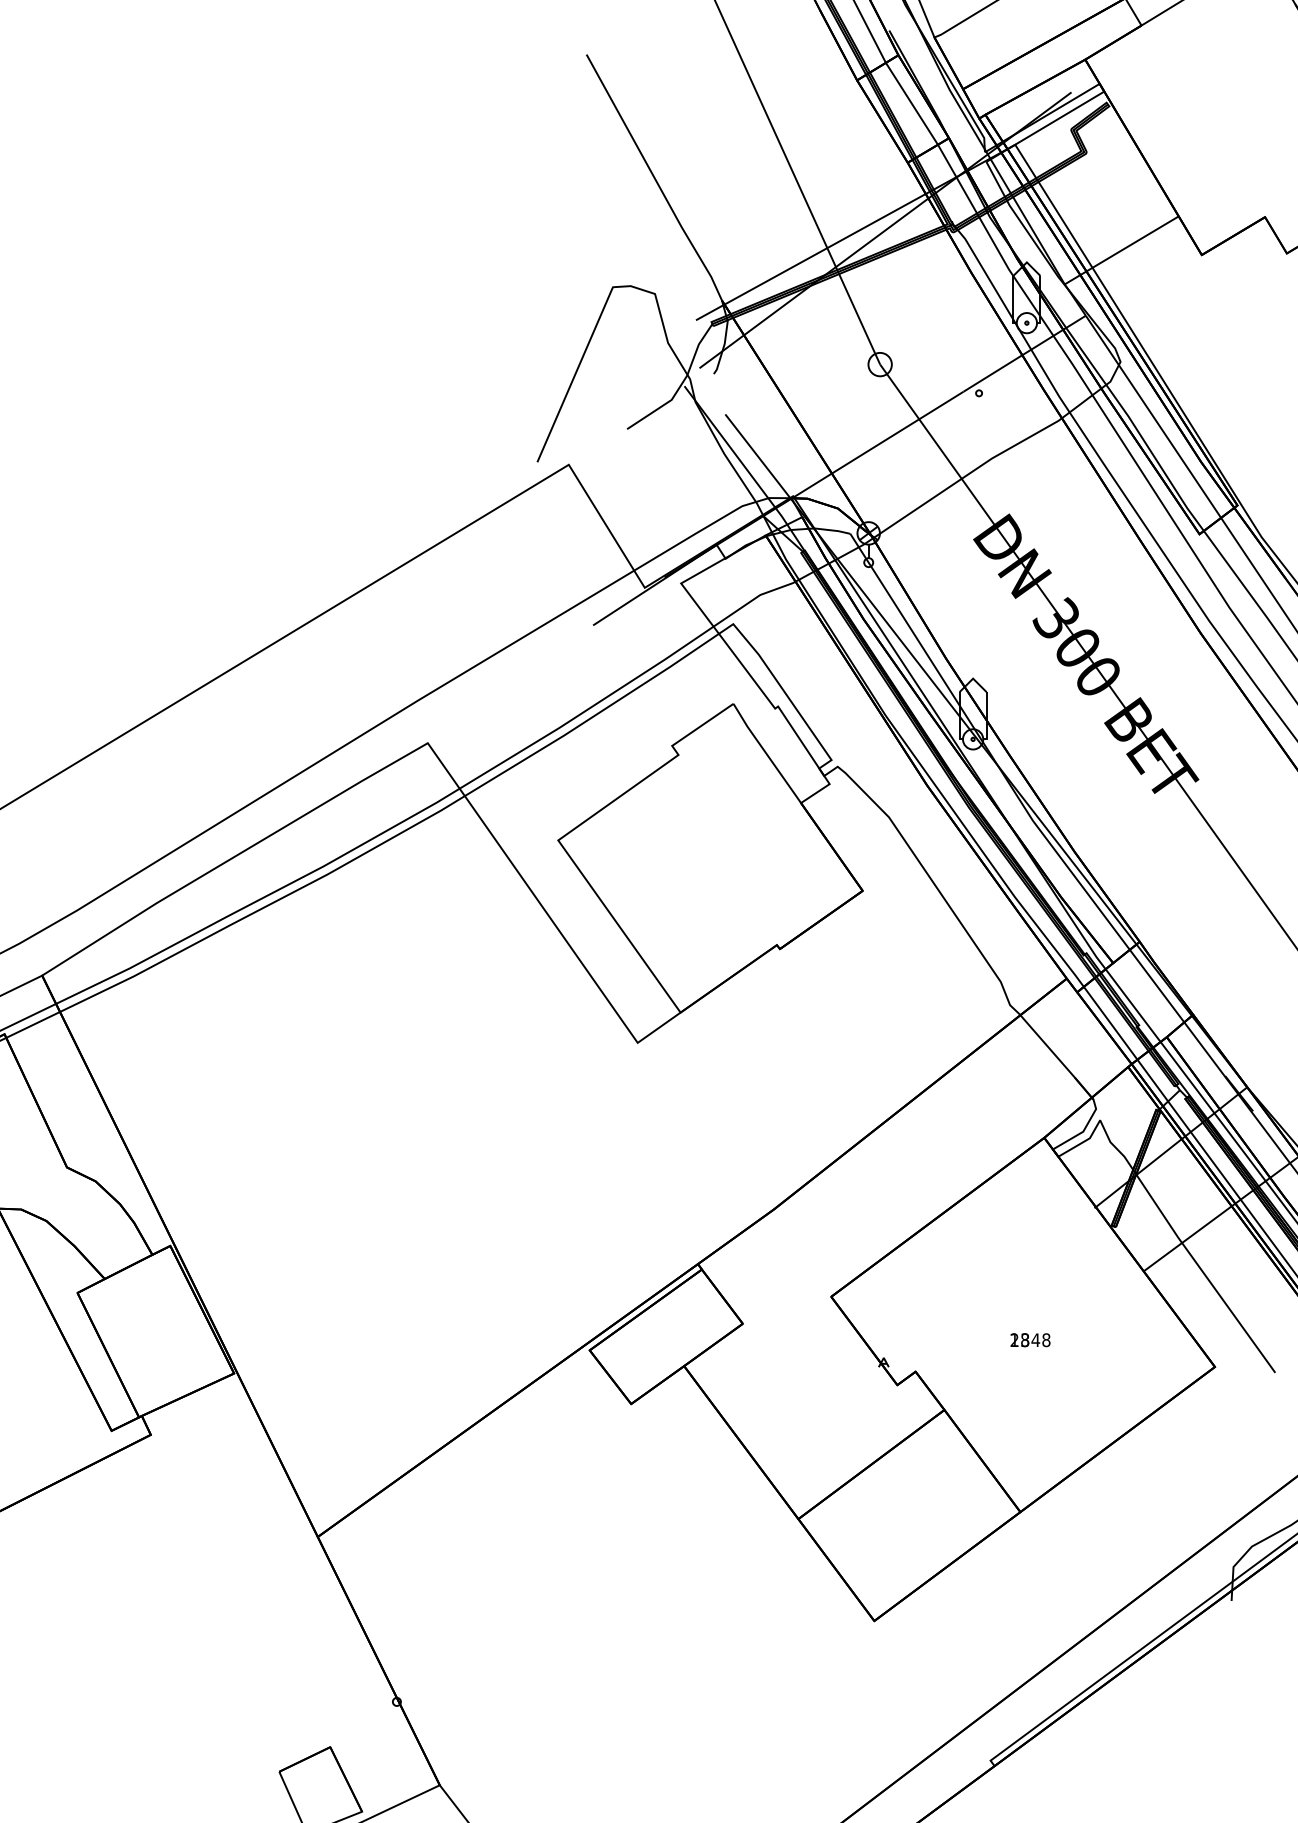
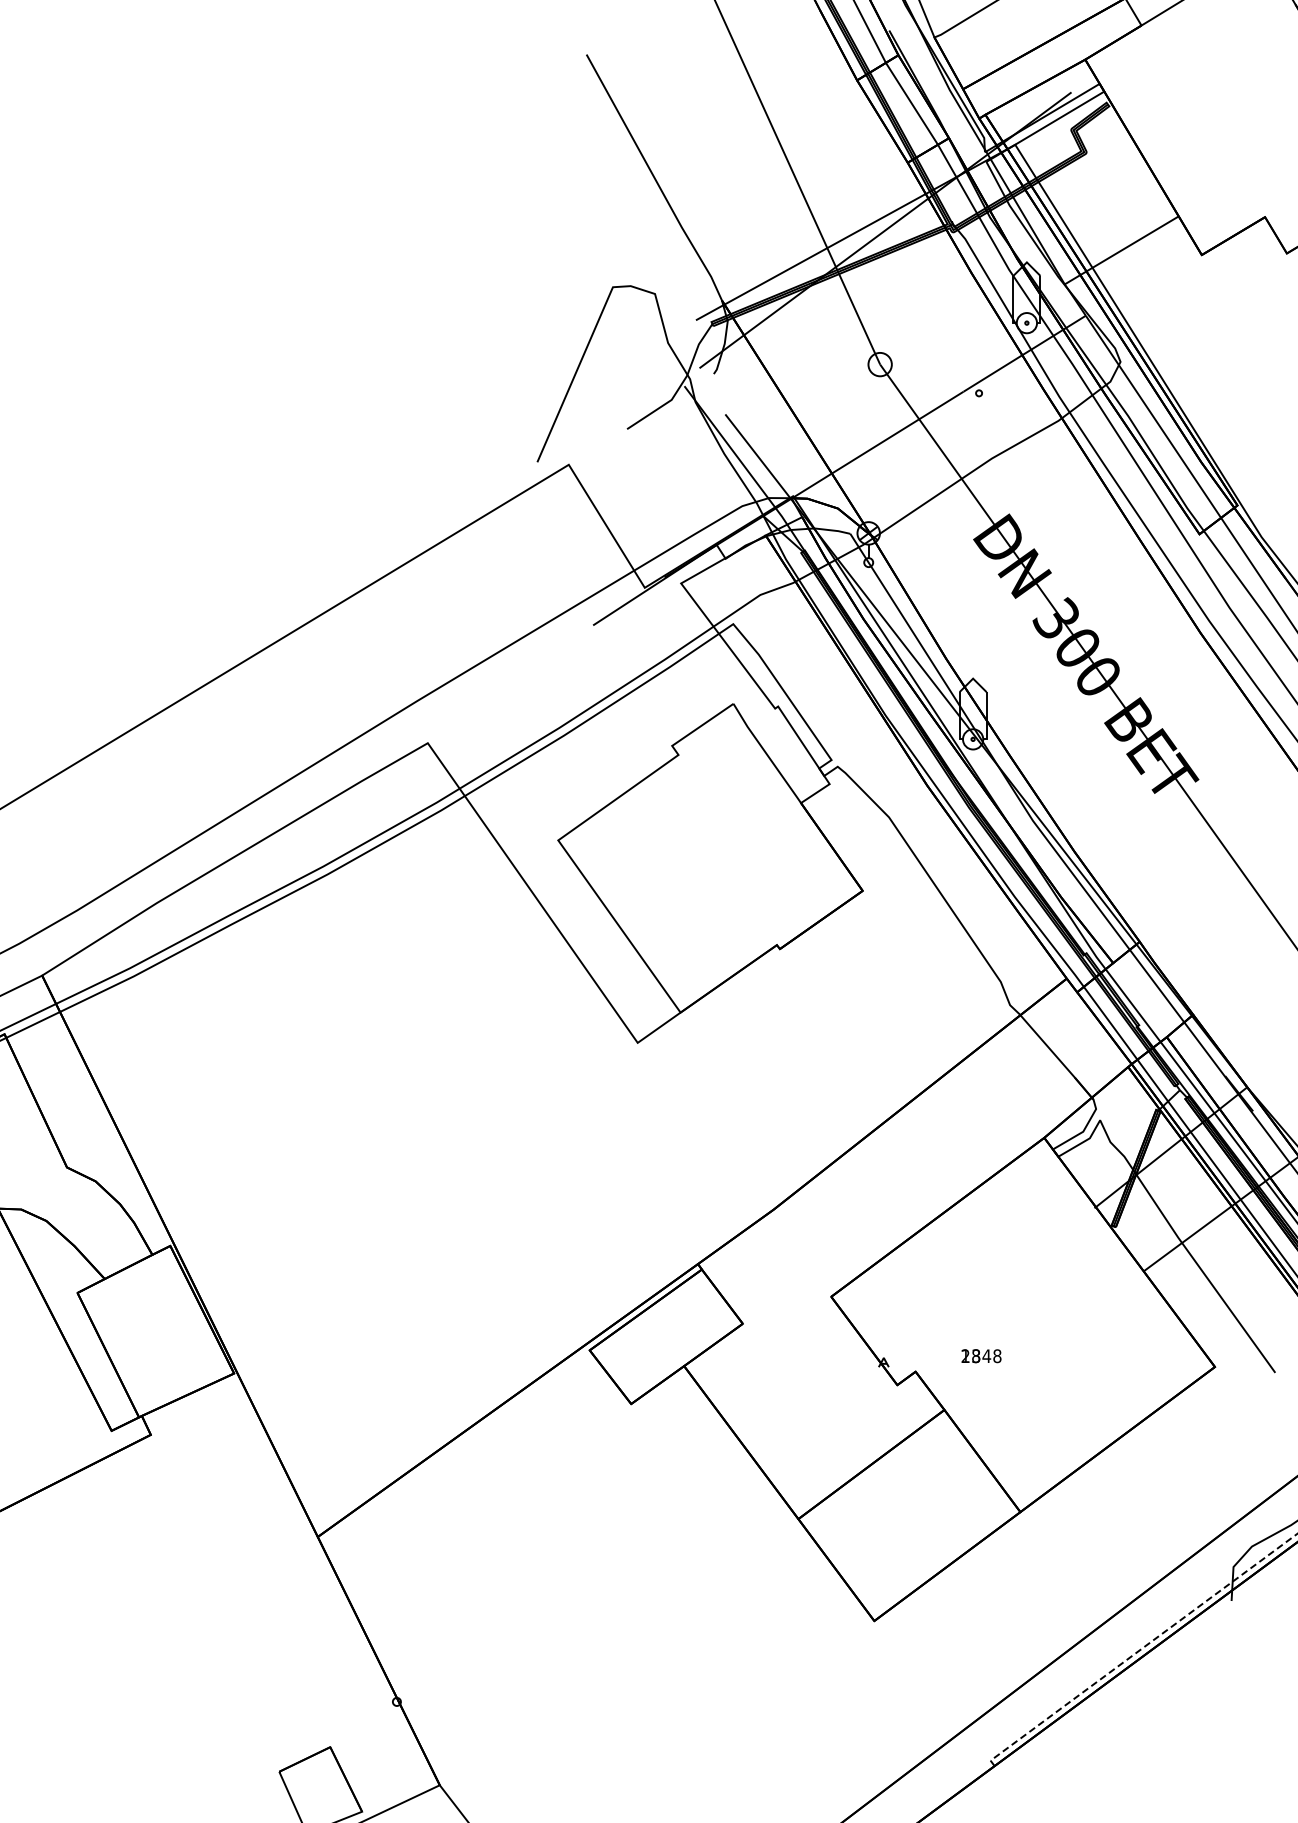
text at (1030, 1340) position: (1030, 1340) -> (981, 1356)
line at (1140, 1649): solid -> dashed
